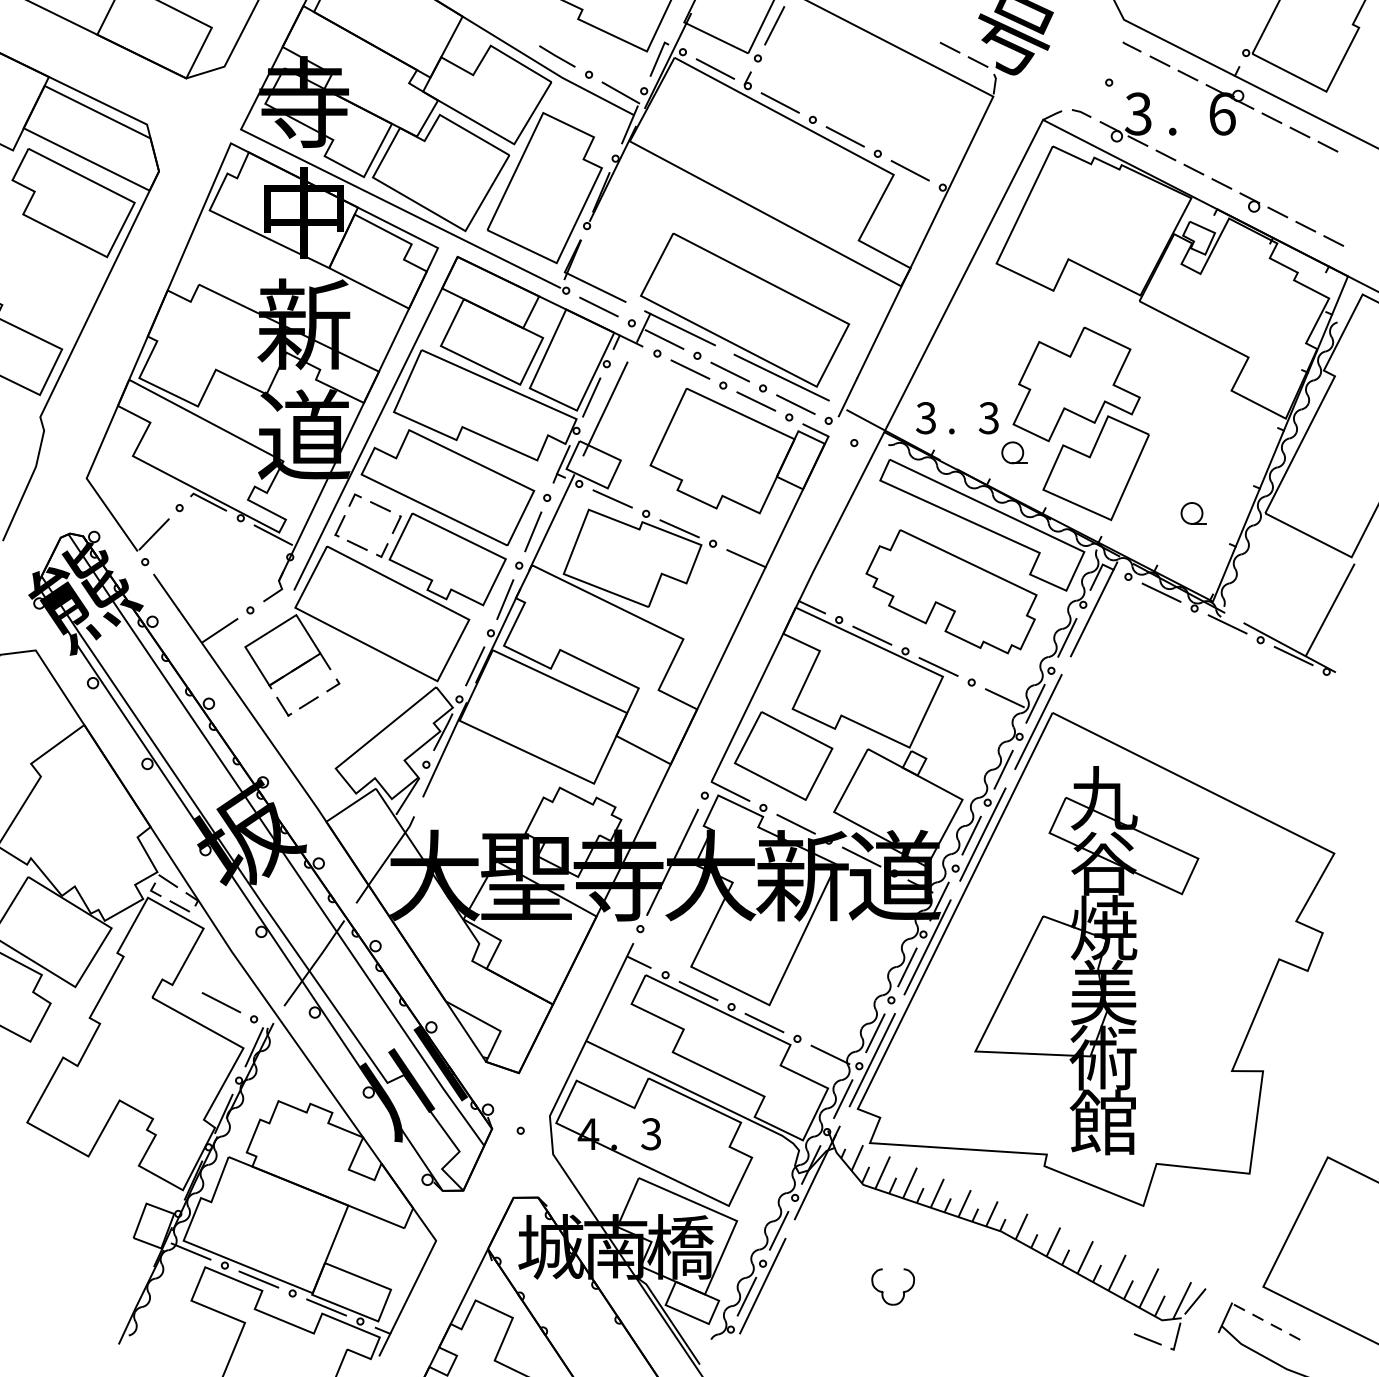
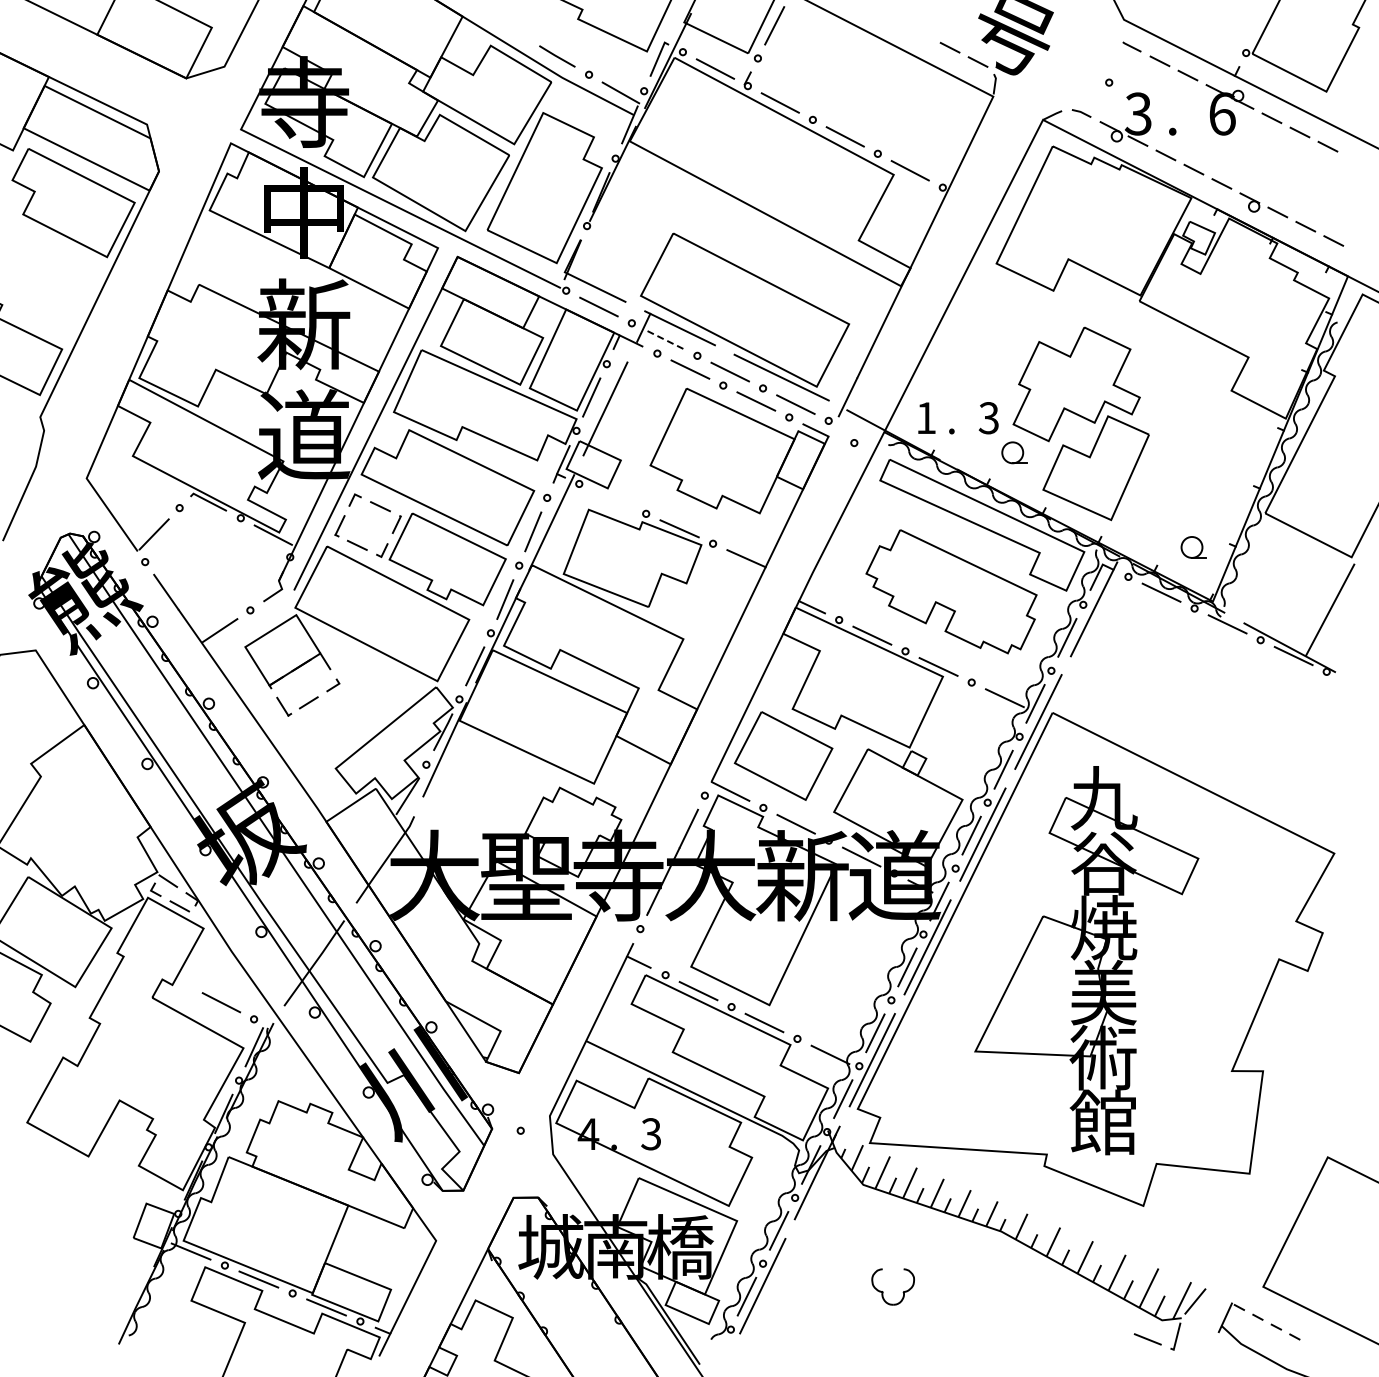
line at (664, 339): solid -> dashed
text at (925, 418): 3 -> 1
line at (612, 498): present -> none
part at (1193, 513) position: (1193, 513) -> (1193, 547)
